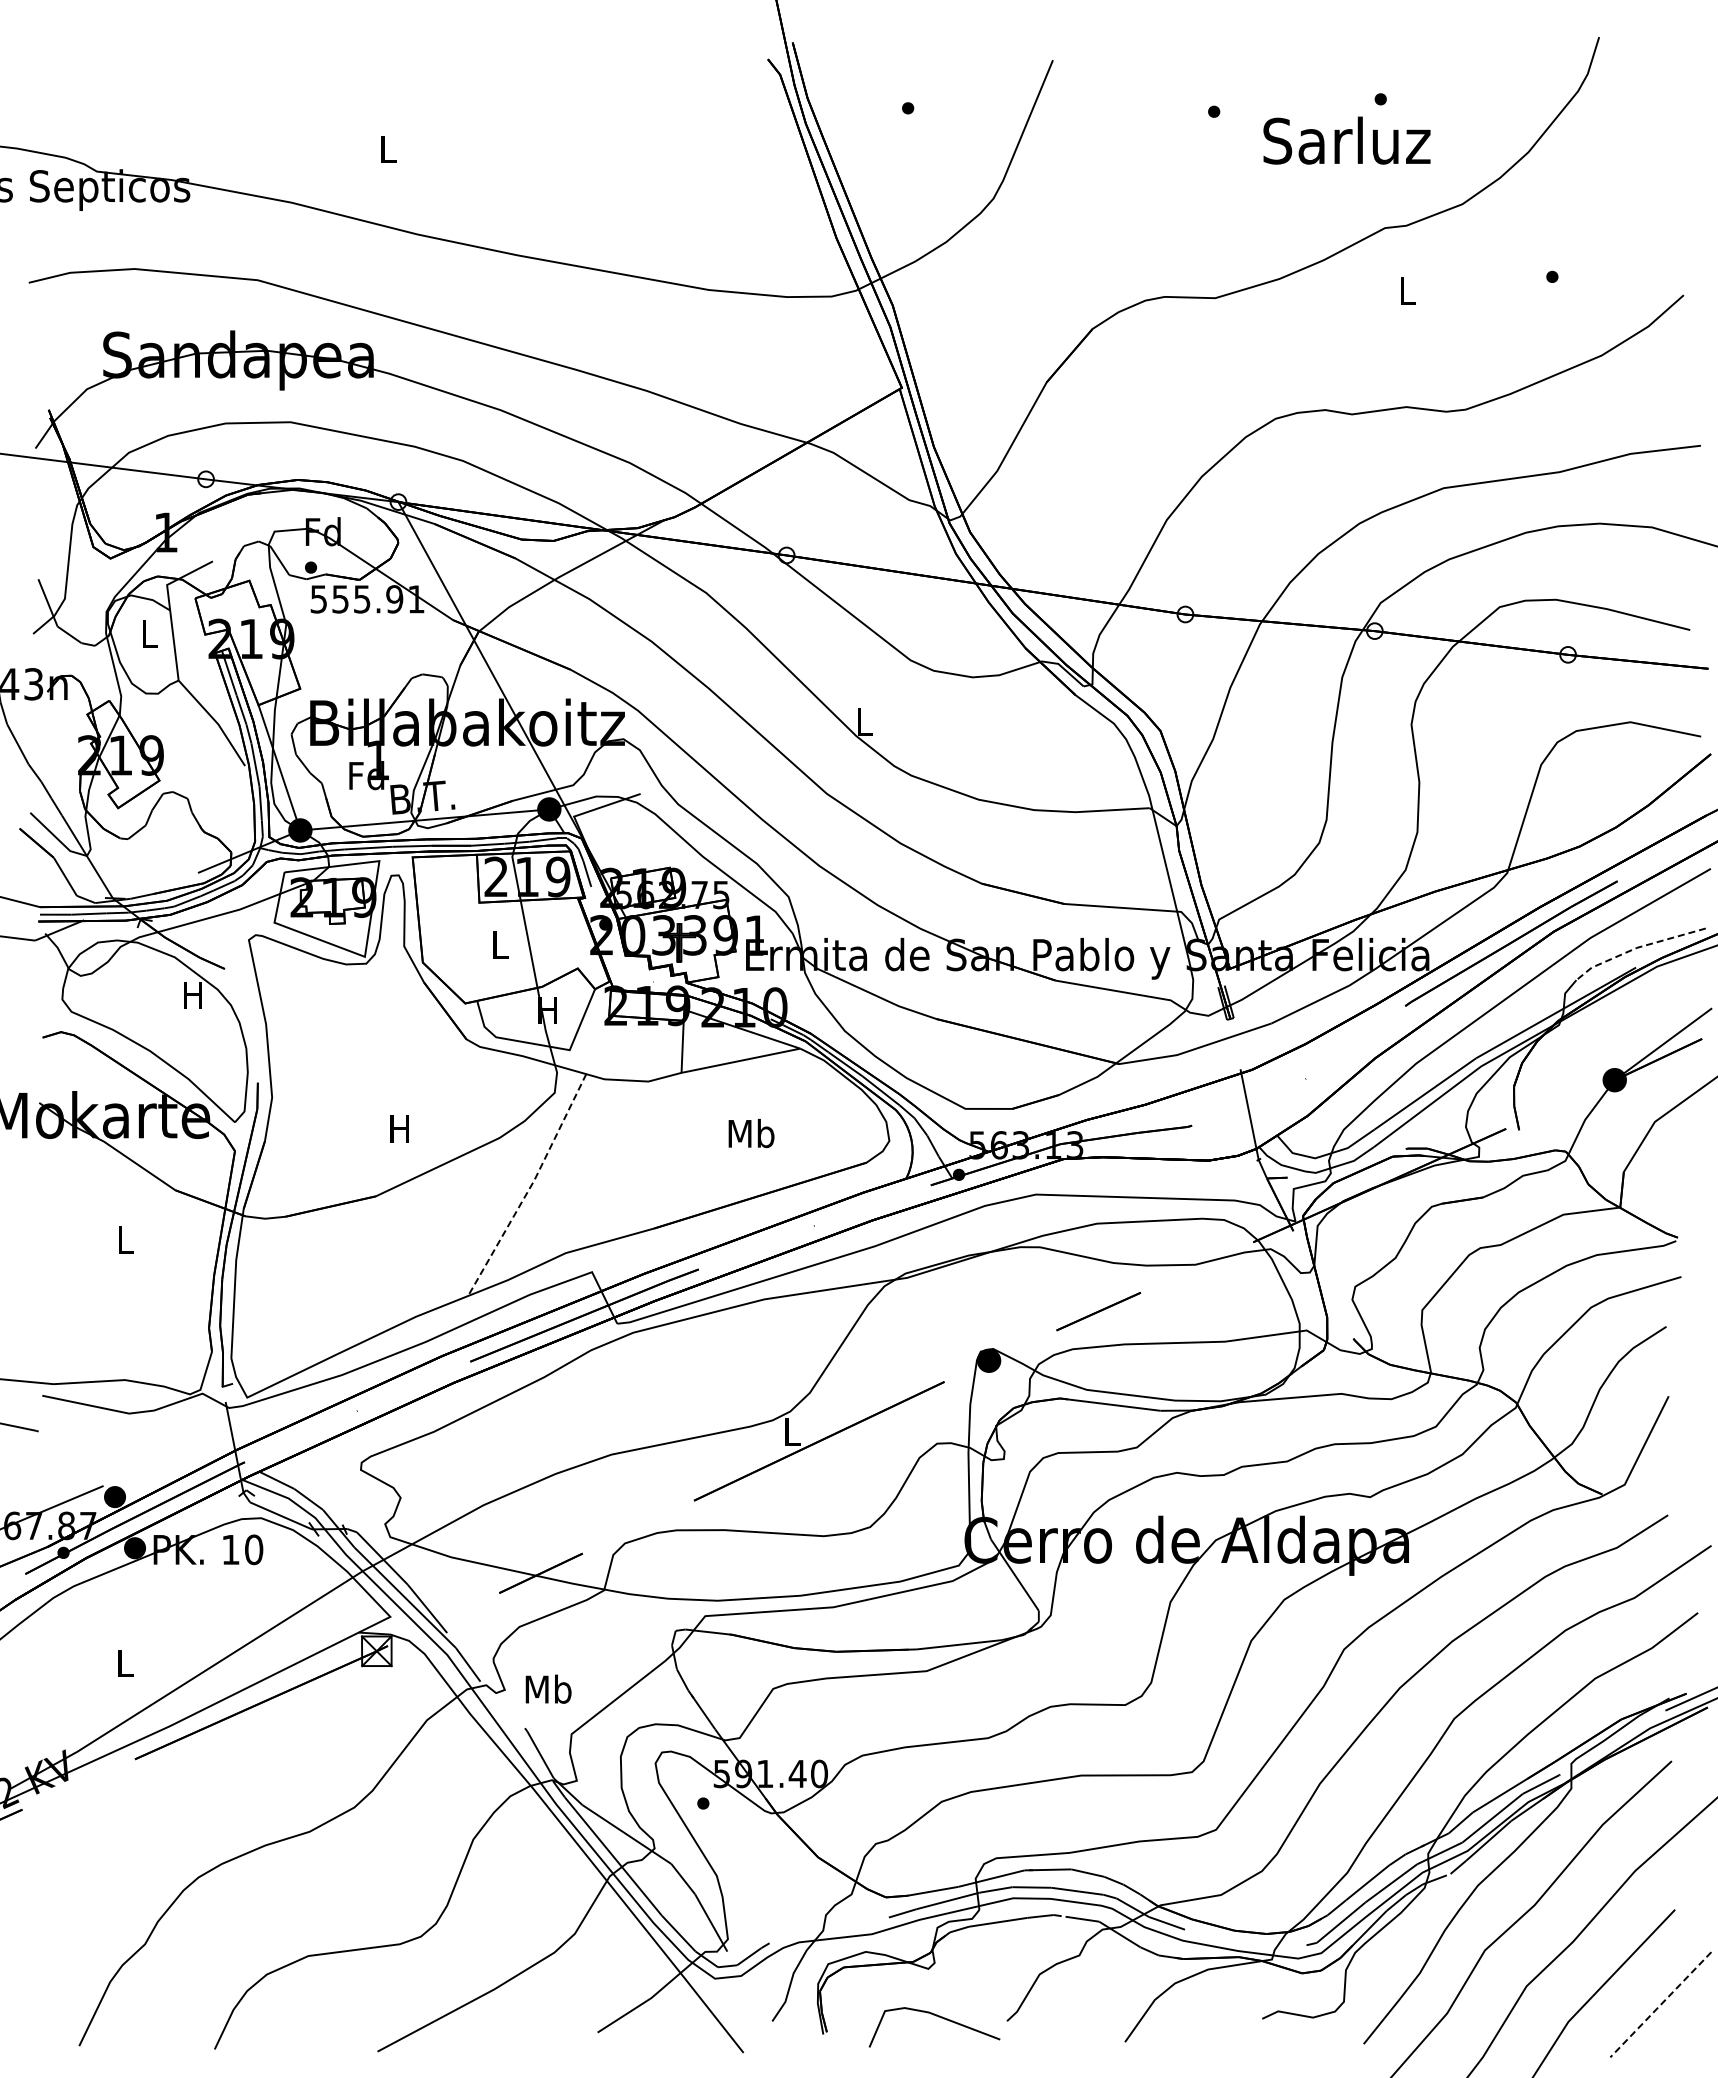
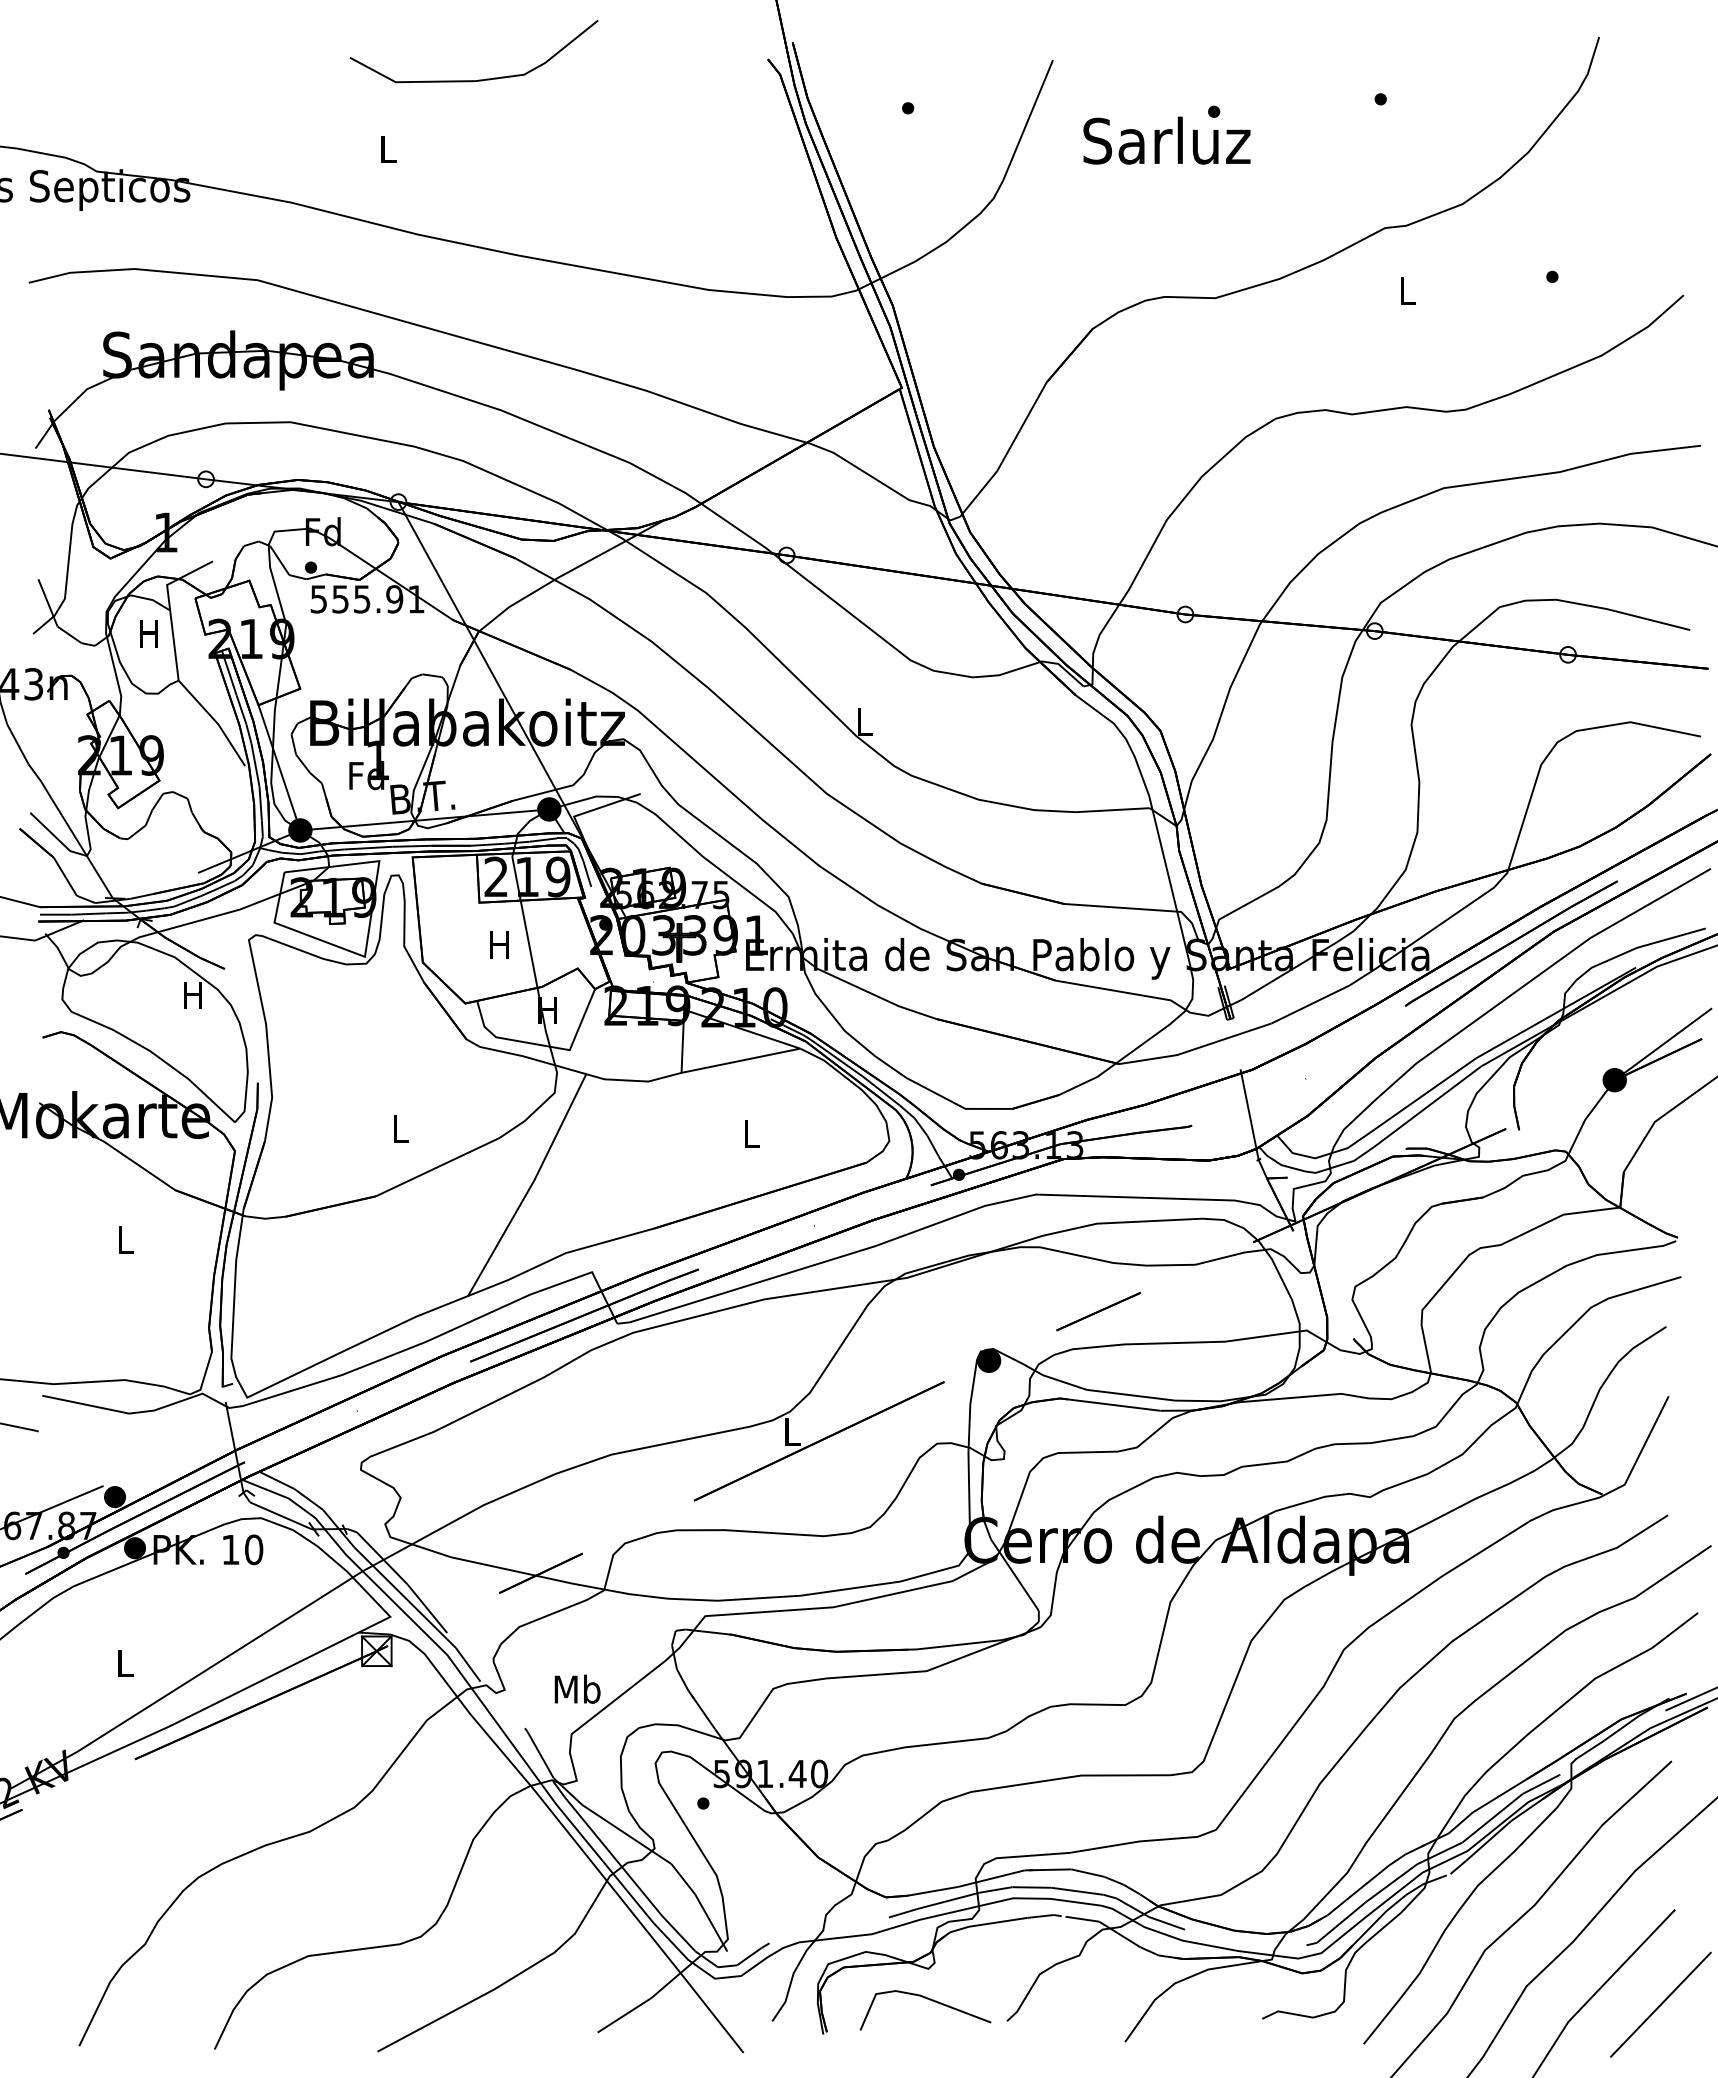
curve at (478, 79): none -> present
text at (1346, 140) position: (1346, 140) -> (1166, 140)
text at (148, 633): L -> H
text at (499, 944): L -> H
line at (1637, 947): dashed -> solid
text at (399, 1128): H -> L
text at (751, 1133): Mb -> L
line at (530, 1186): dashed -> solid
text at (548, 1688) position: (548, 1688) -> (577, 1688)
line at (1660, 2004): dashed -> solid
line at (938, 2017) position: (938, 2017) -> (929, 2000)
